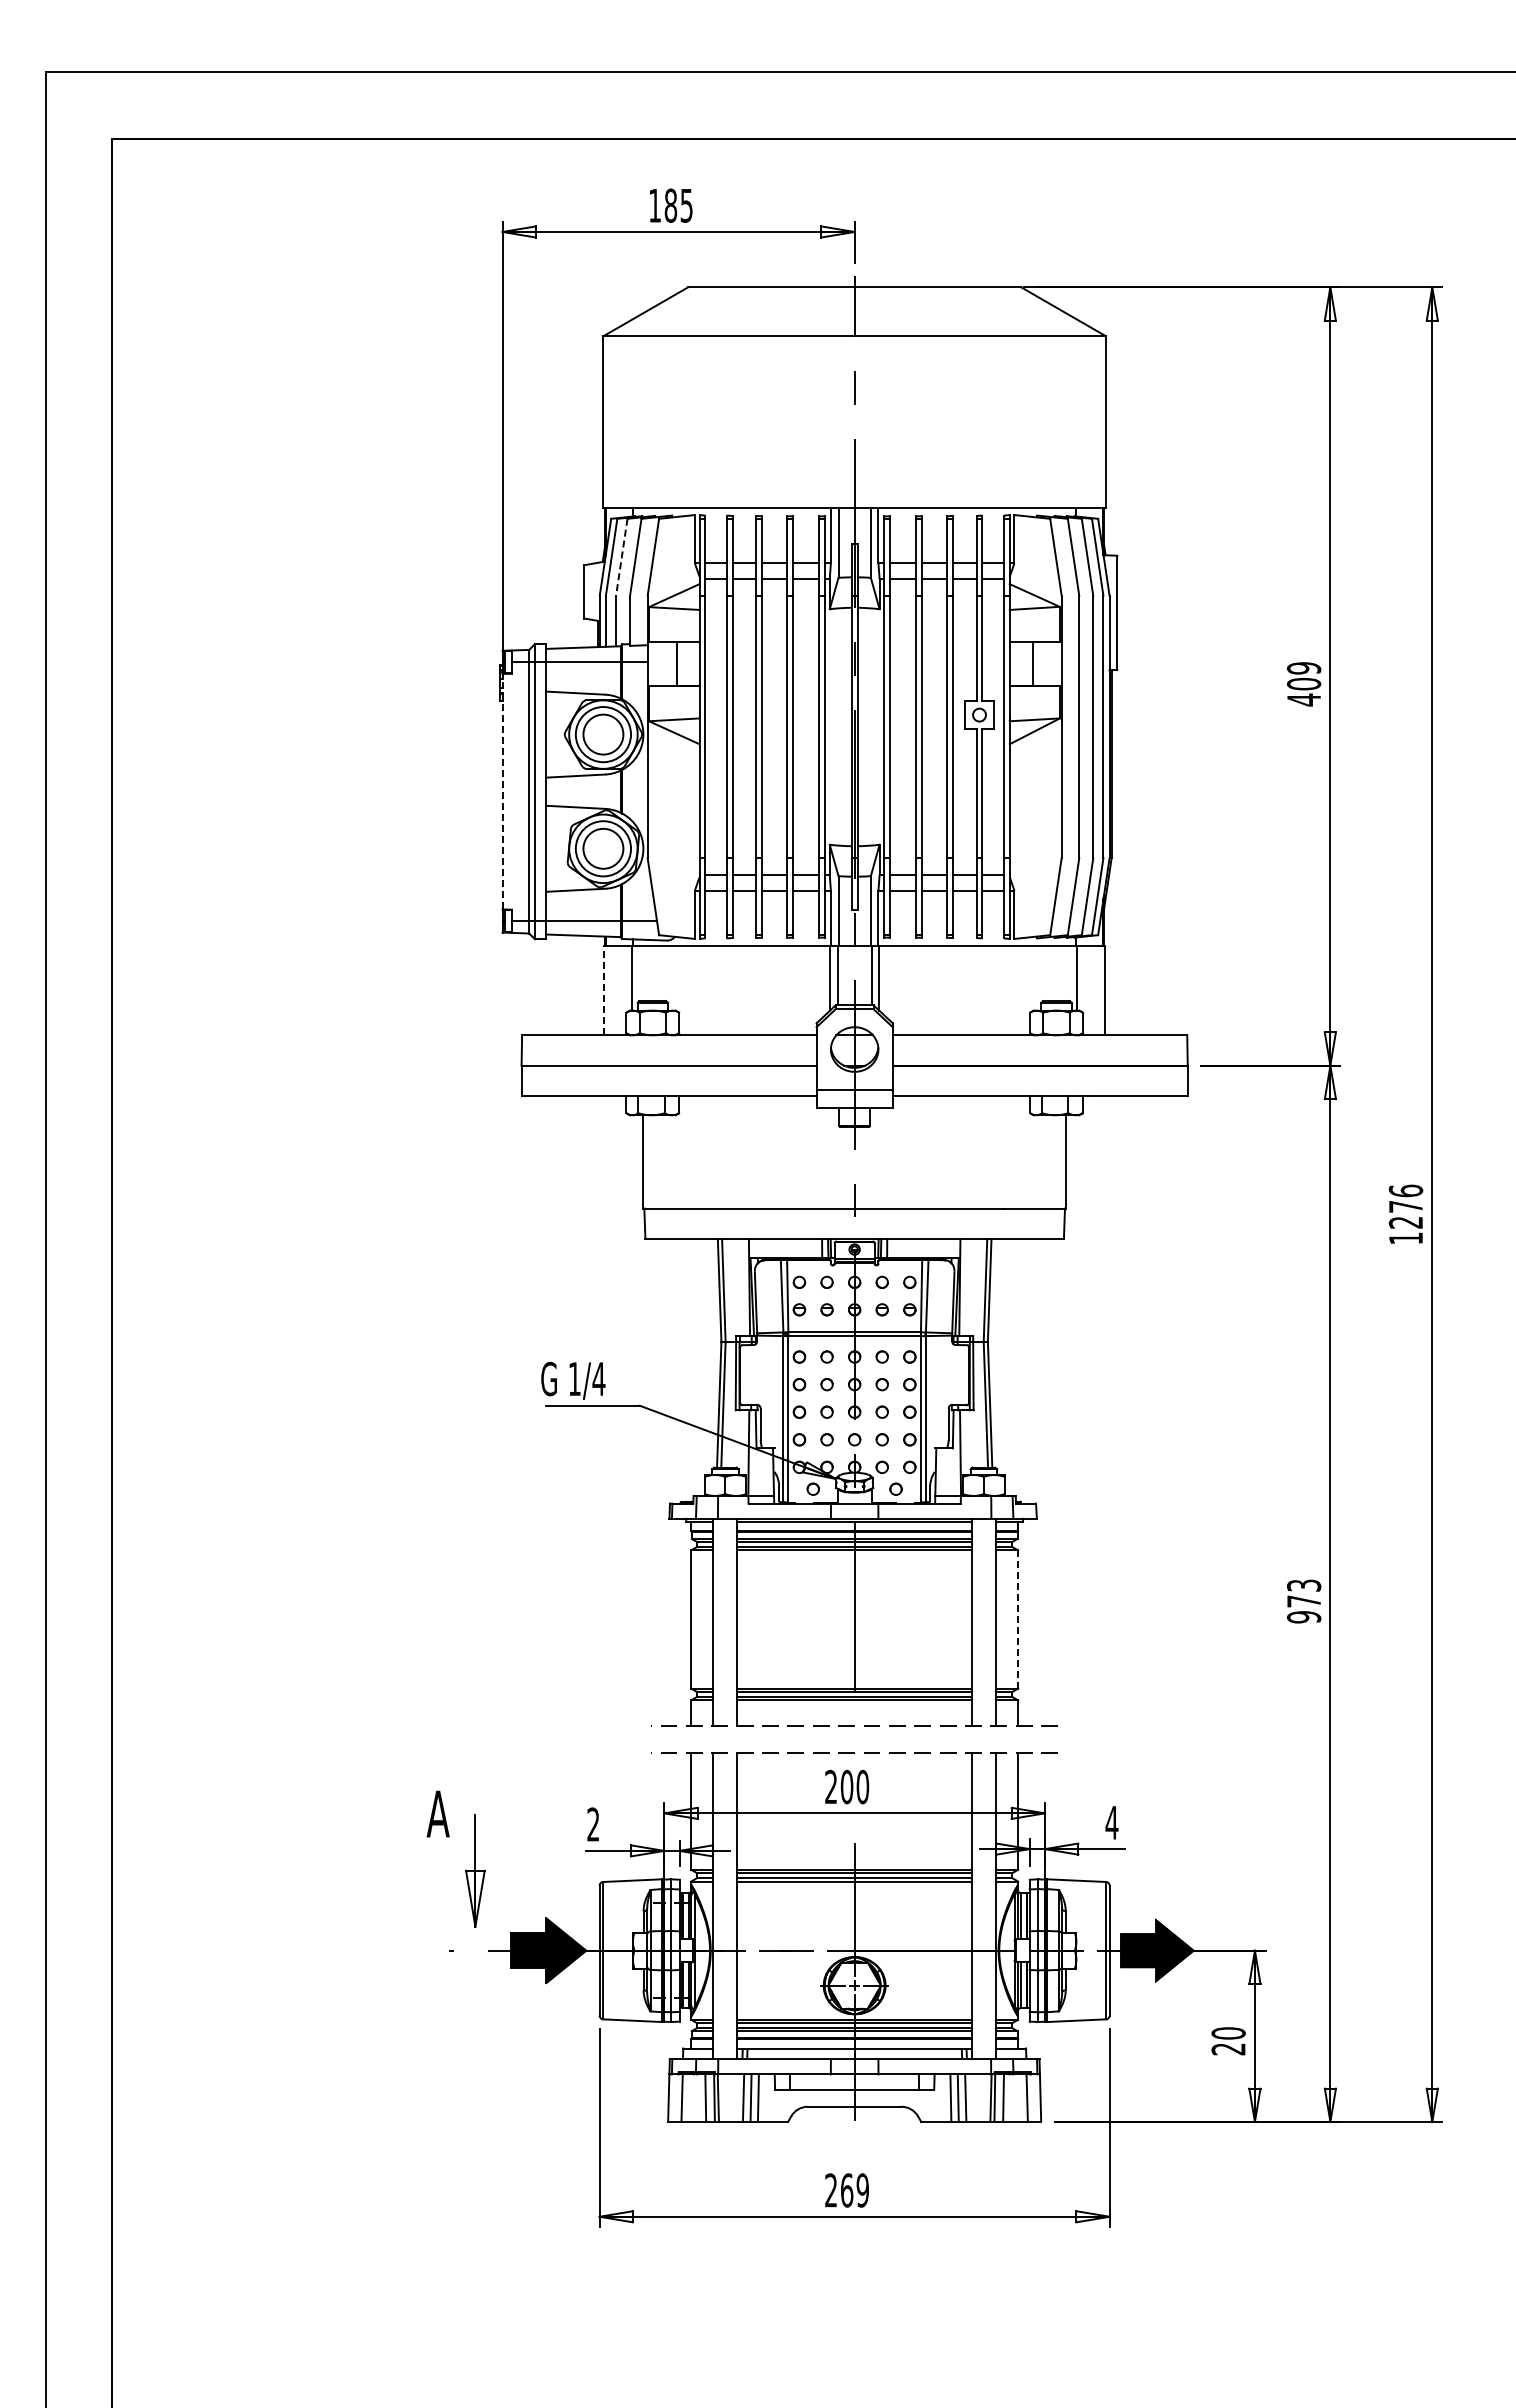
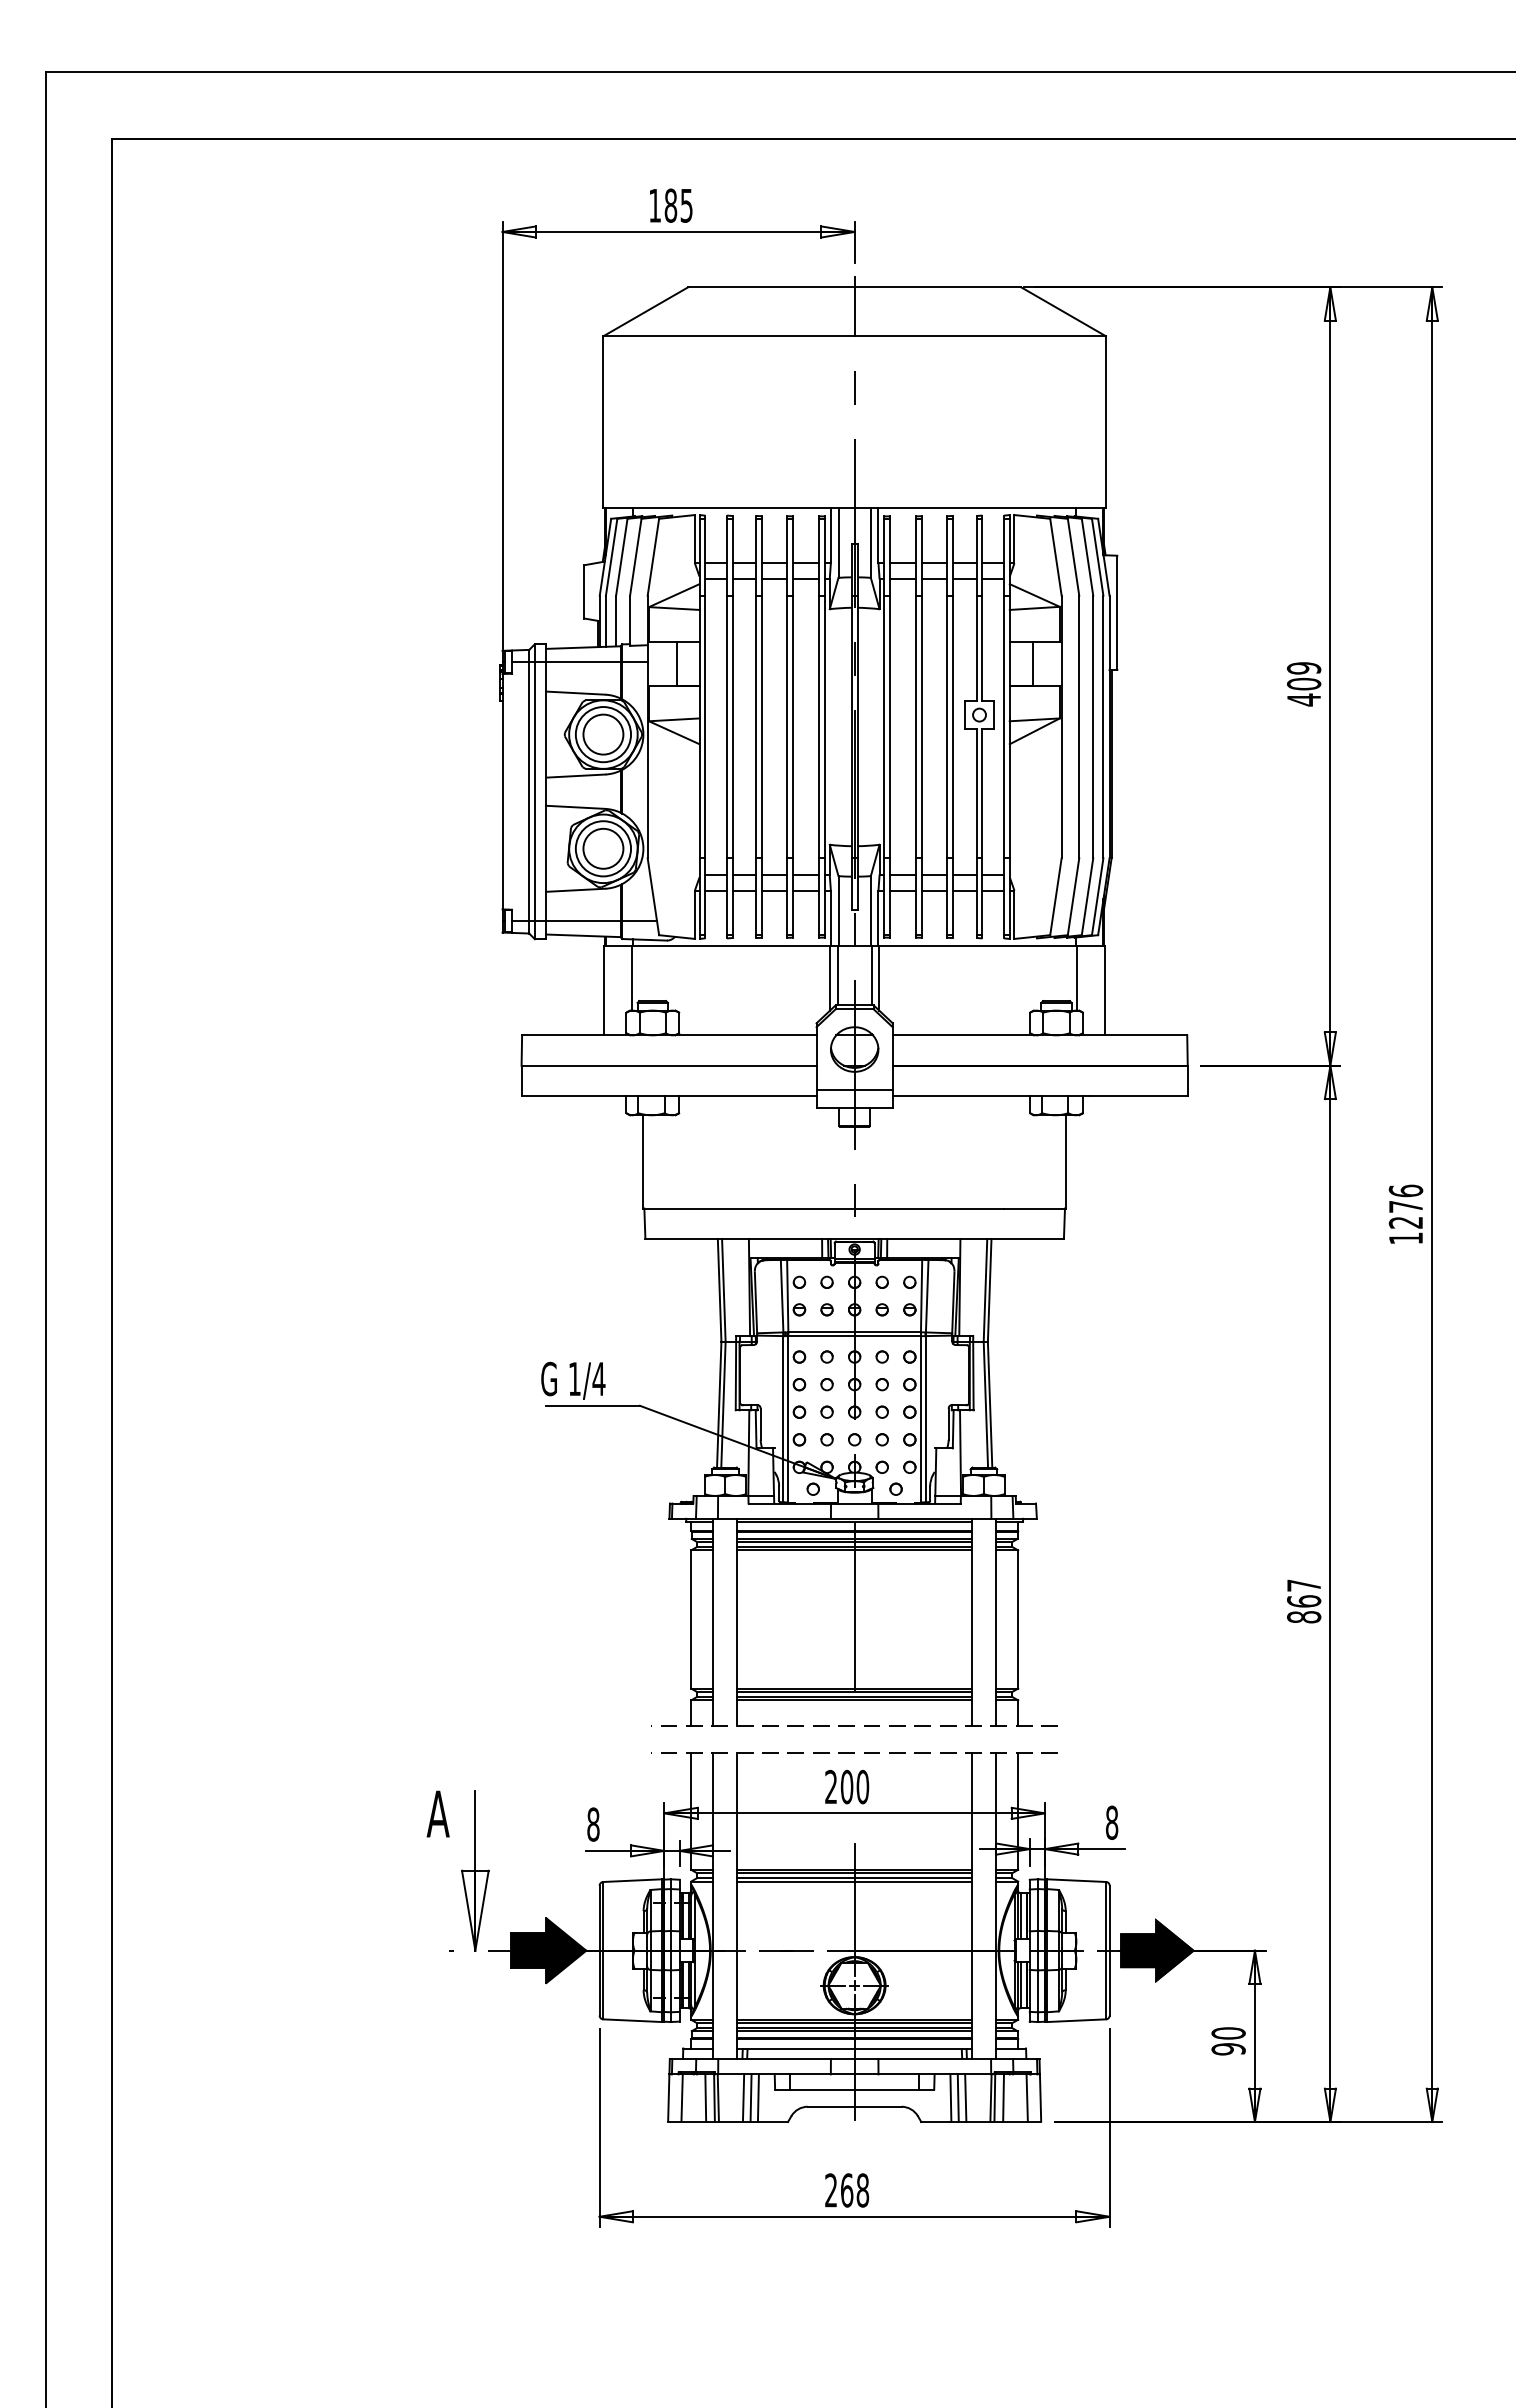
line at (621, 557): dashed -> solid
line at (502, 791): dashed -> solid
line at (604, 990): dashed -> solid
text at (1304, 1601): 973 -> 867
line at (1018, 1618): dashed -> solid
text at (1111, 1822): 4 -> 8
text at (593, 1824): 2 -> 8
part at (475, 1870) size: 21x114 px -> 29x162 px
text at (1228, 2049): 20 -> 90
text at (862, 2190): 269 -> 268
